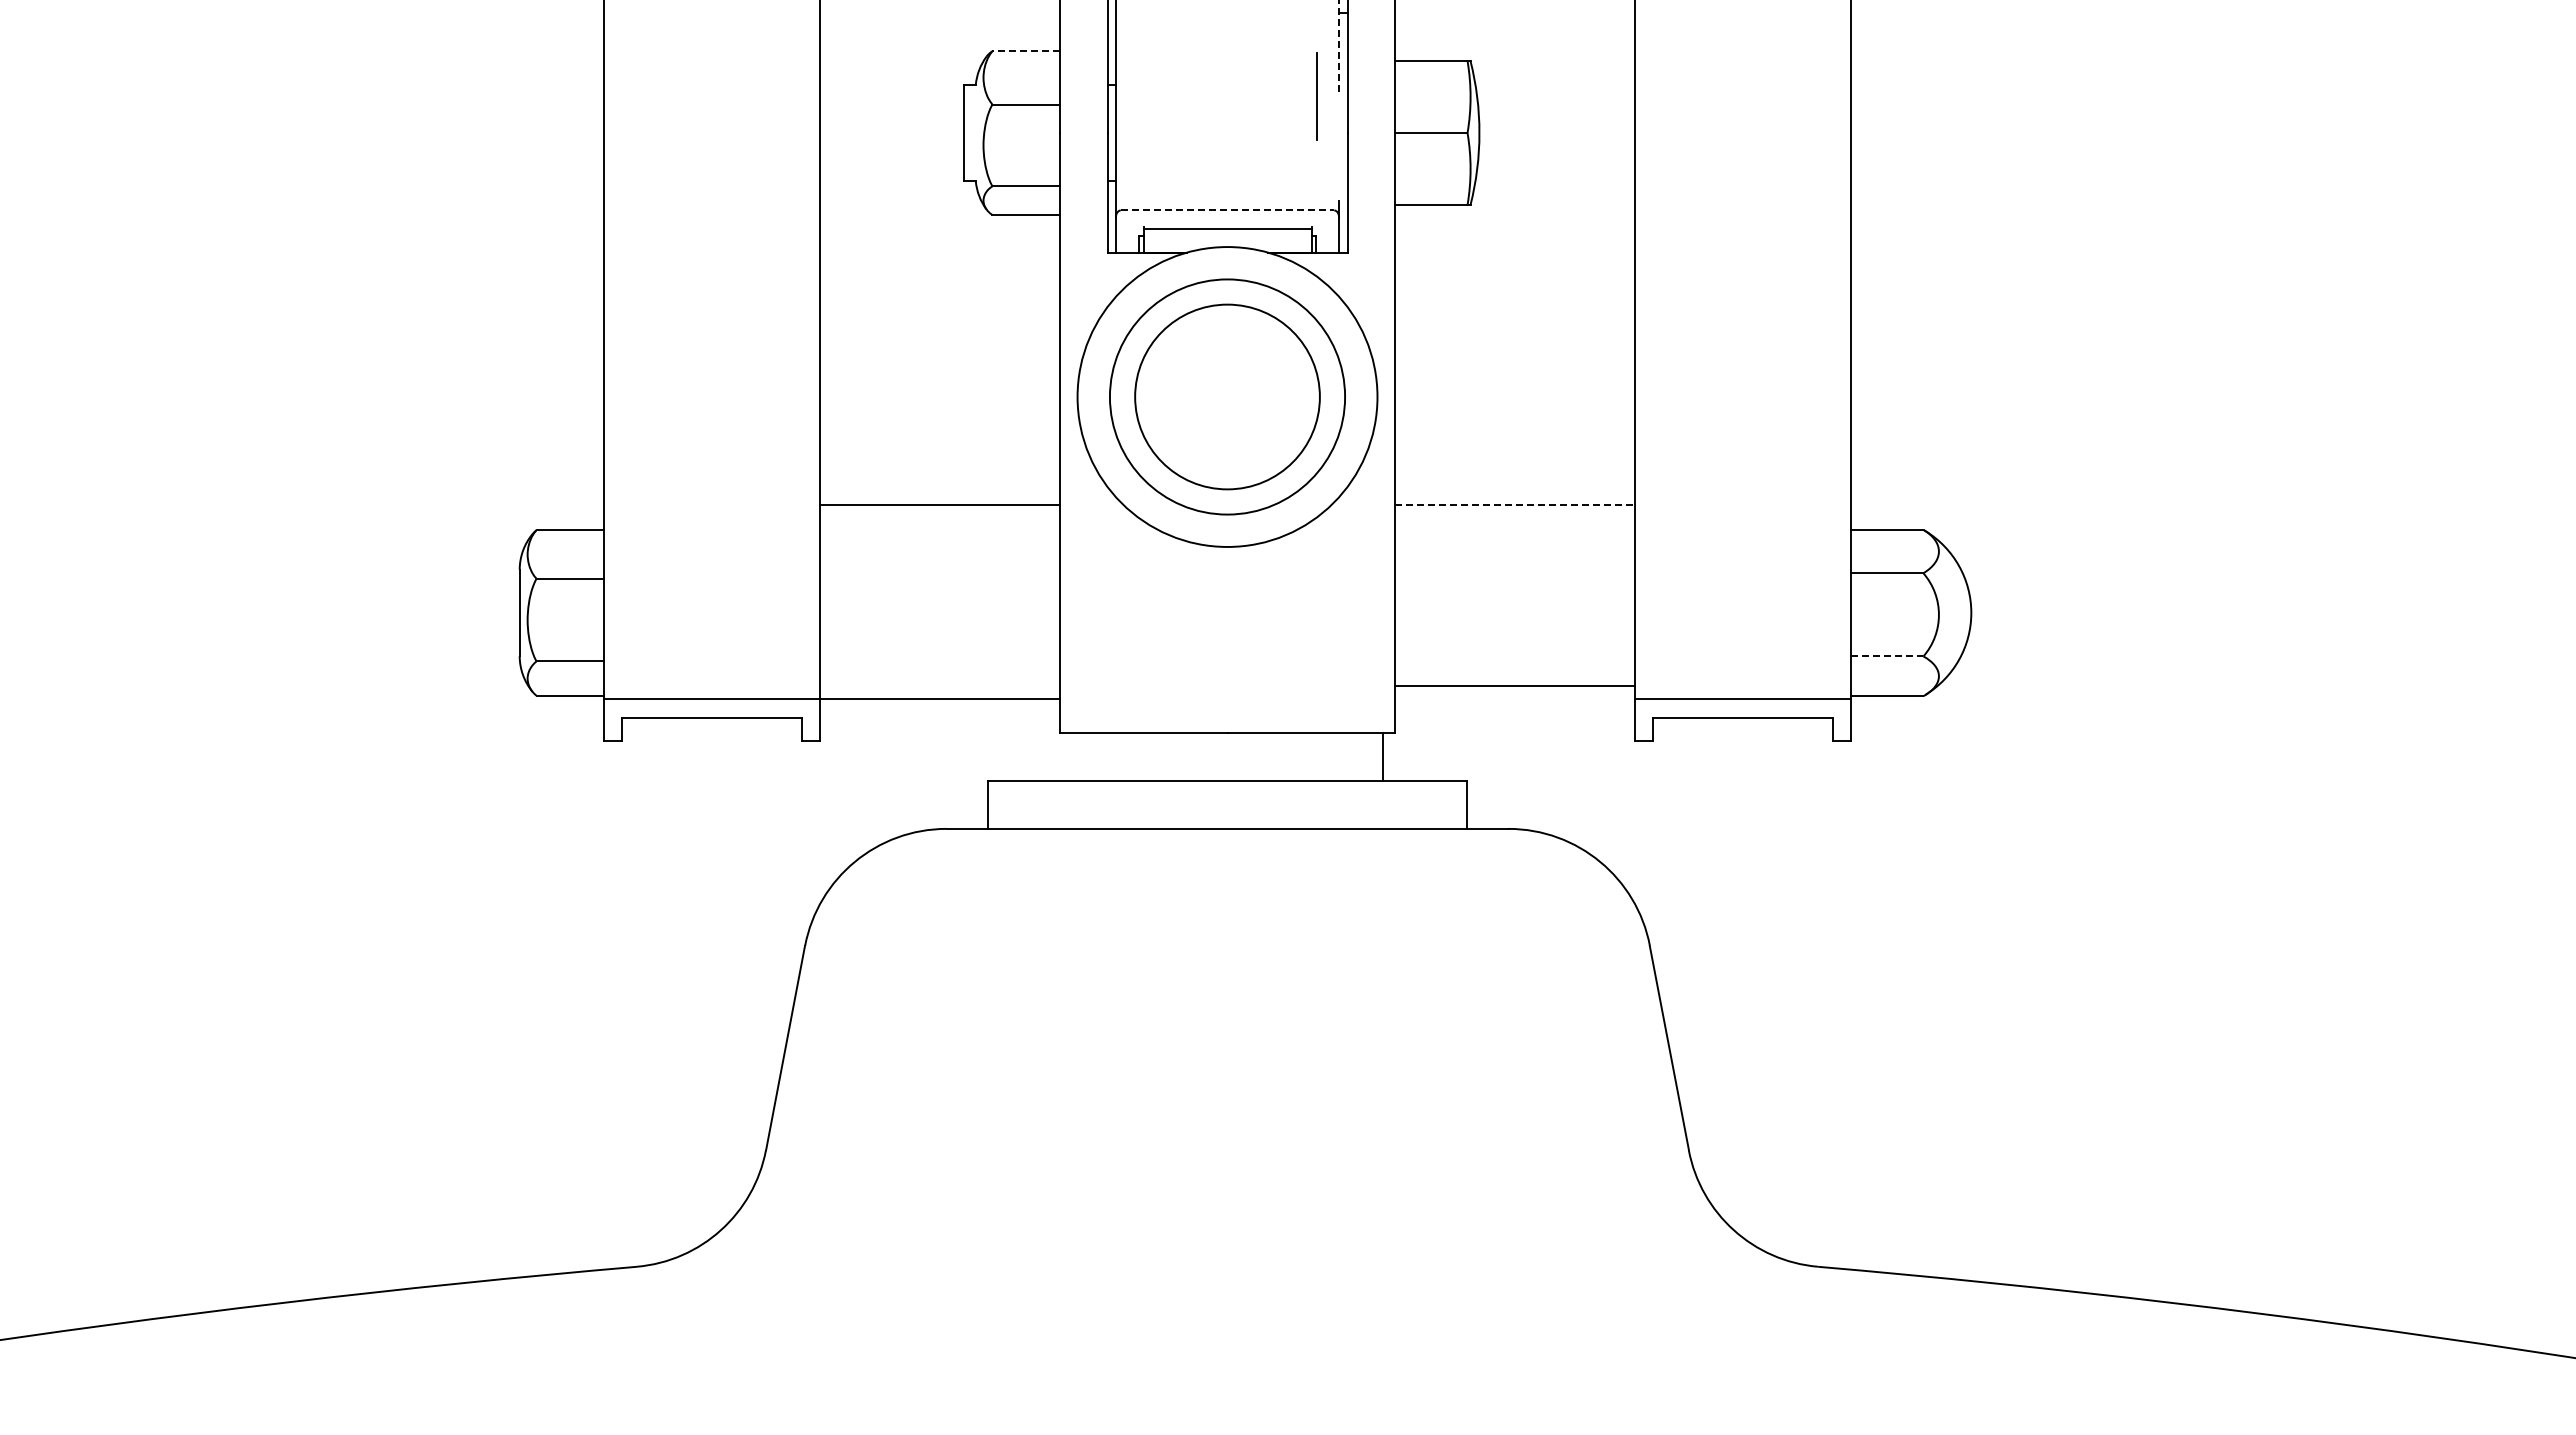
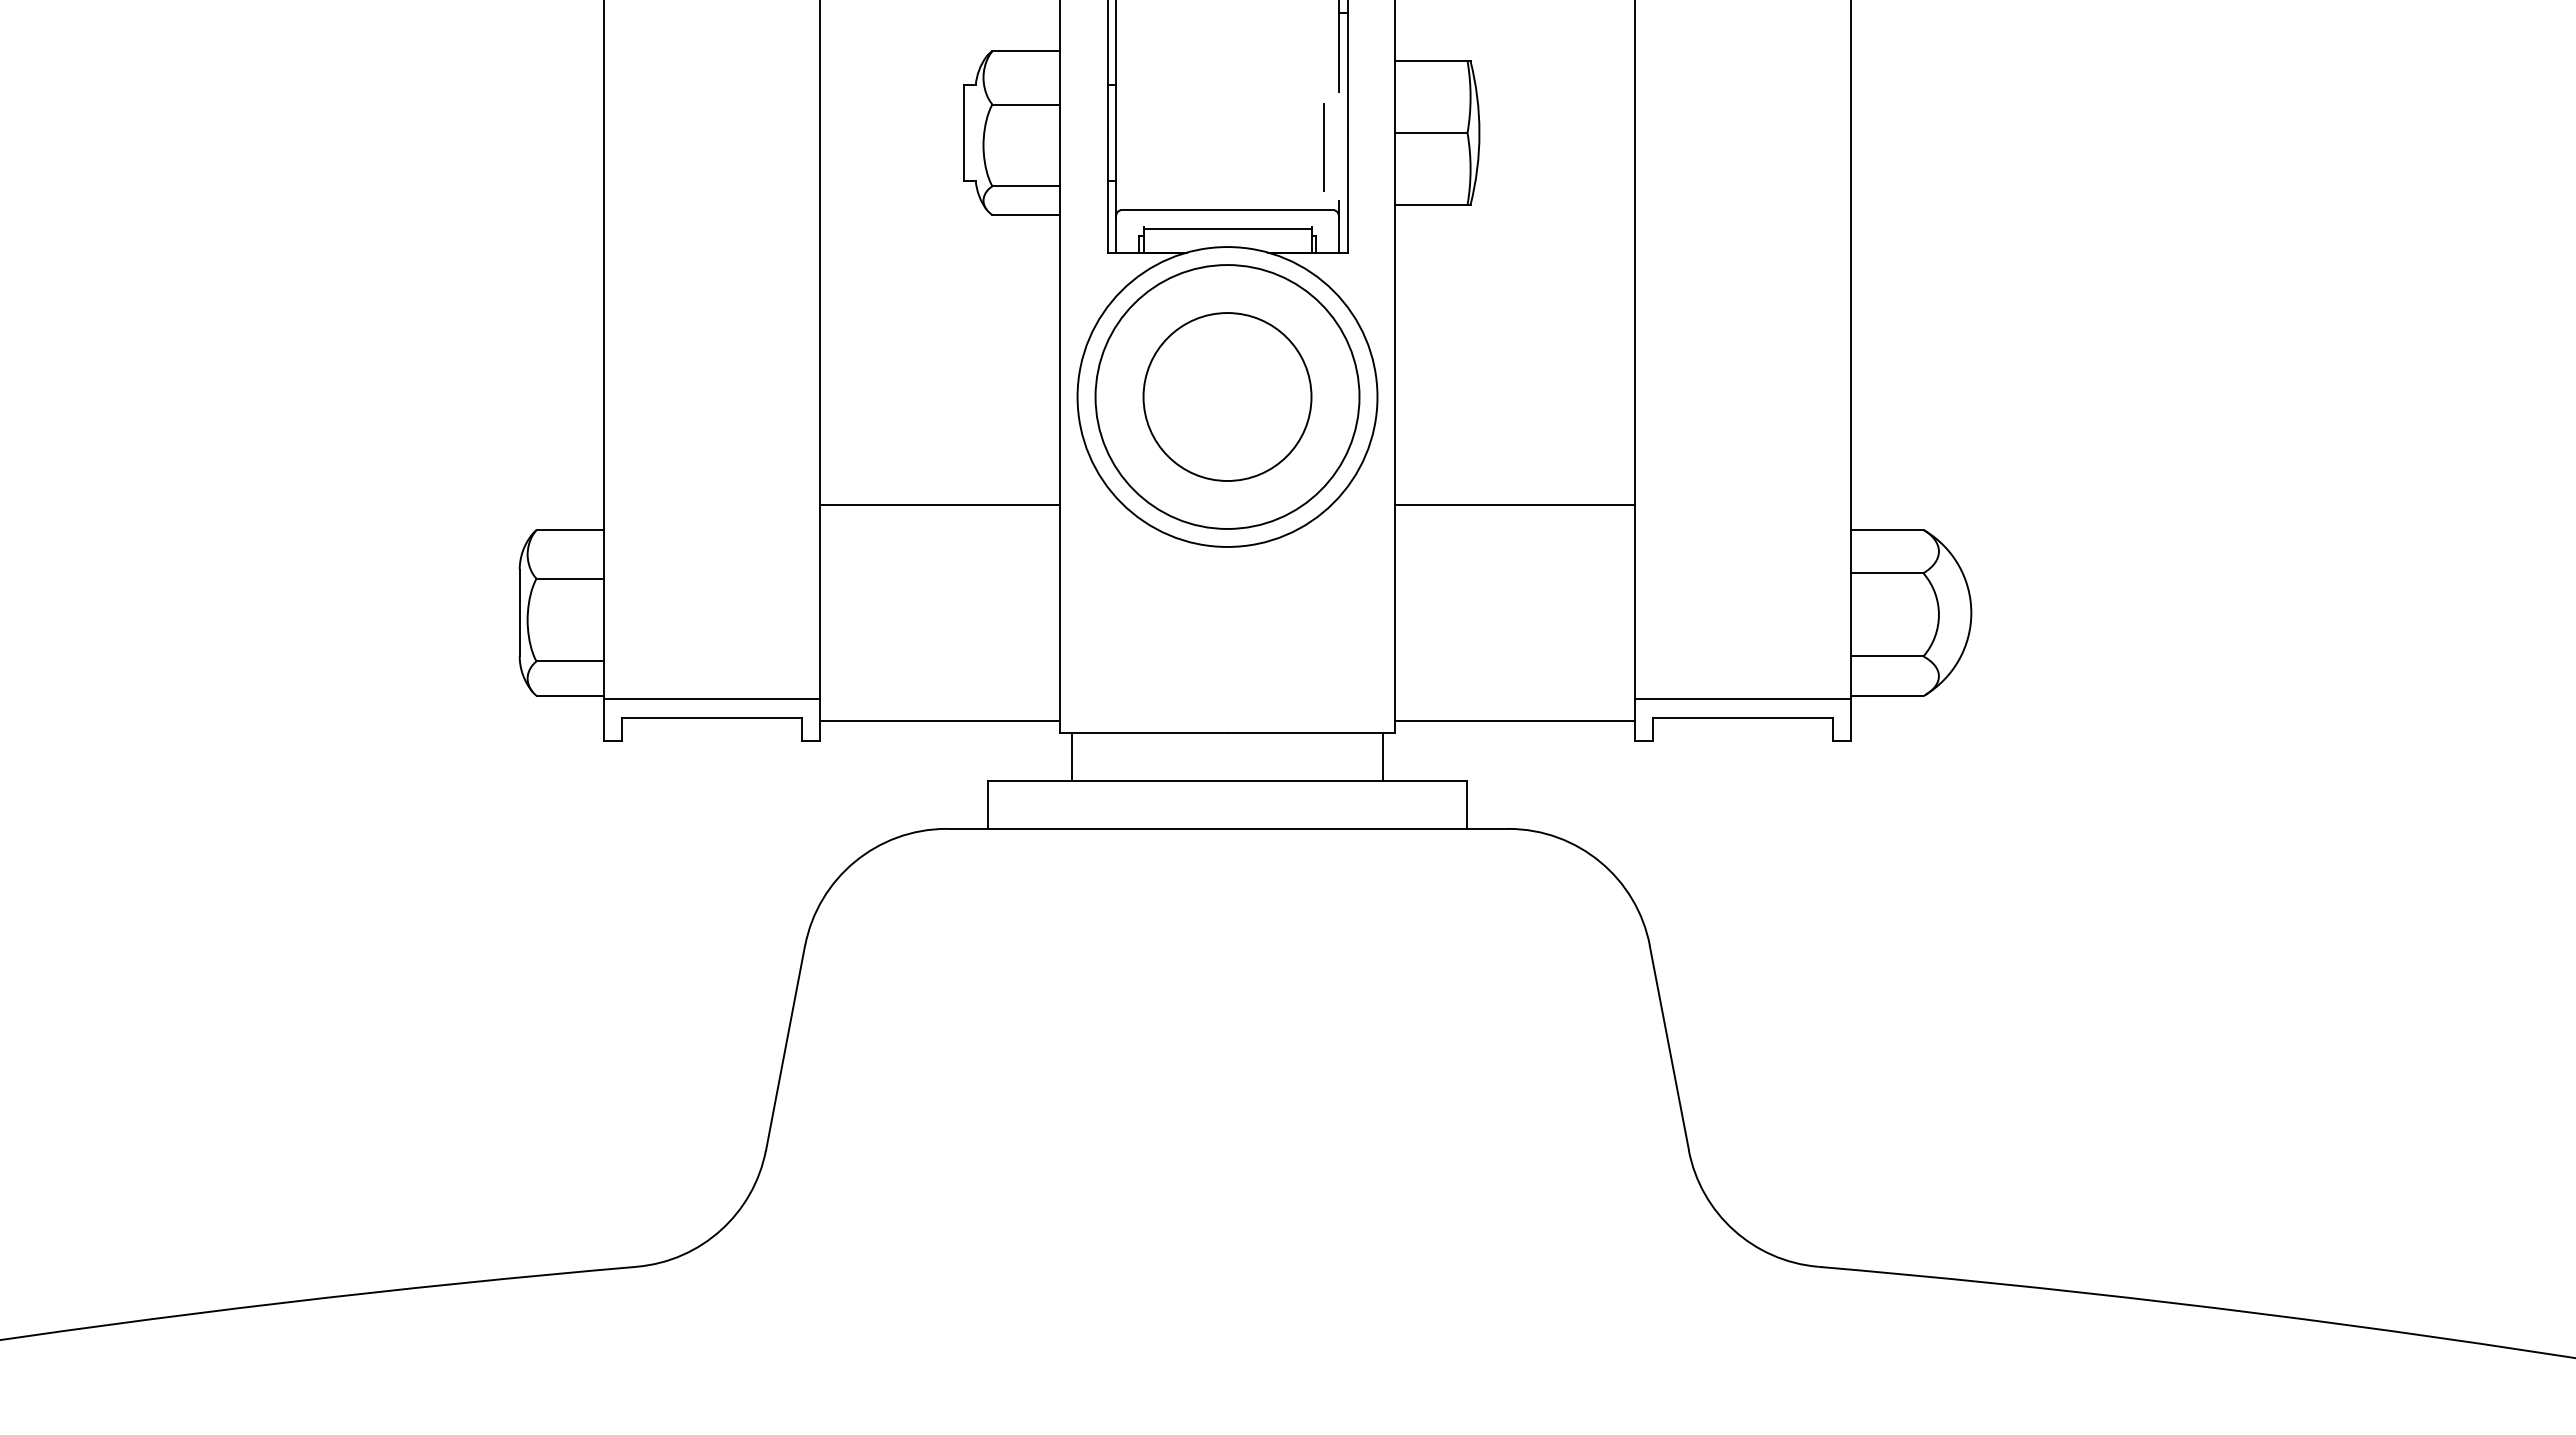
line at (1339, 45): dashed -> solid
line at (1025, 51): dashed -> solid
line at (1316, 96) position: (1316, 96) -> (1323, 147)
line at (1227, 210): dashed -> solid
circle at (1227, 396) diameter: 185 px -> 264 px
circle at (1227, 396) diameter: 235 px -> 168 px
line at (1515, 504): dashed -> solid
line at (1887, 656): dashed -> solid
line at (1515, 685) position: (1515, 685) -> (1515, 720)
line at (939, 698) position: (939, 698) -> (939, 720)
line at (1071, 756): none -> present
